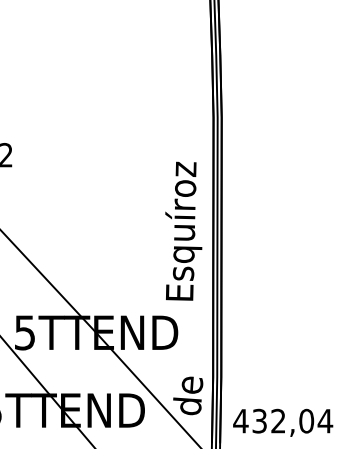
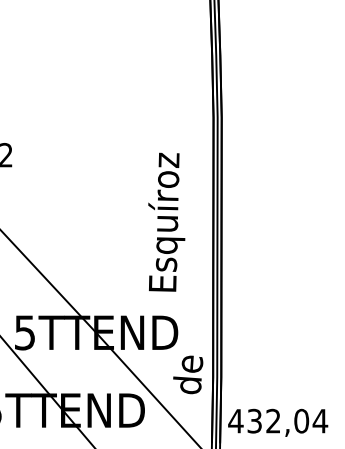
text at (183, 230) position: (183, 230) -> (166, 221)
text at (188, 395) position: (188, 395) -> (188, 374)
text at (283, 422) position: (283, 422) -> (278, 422)
